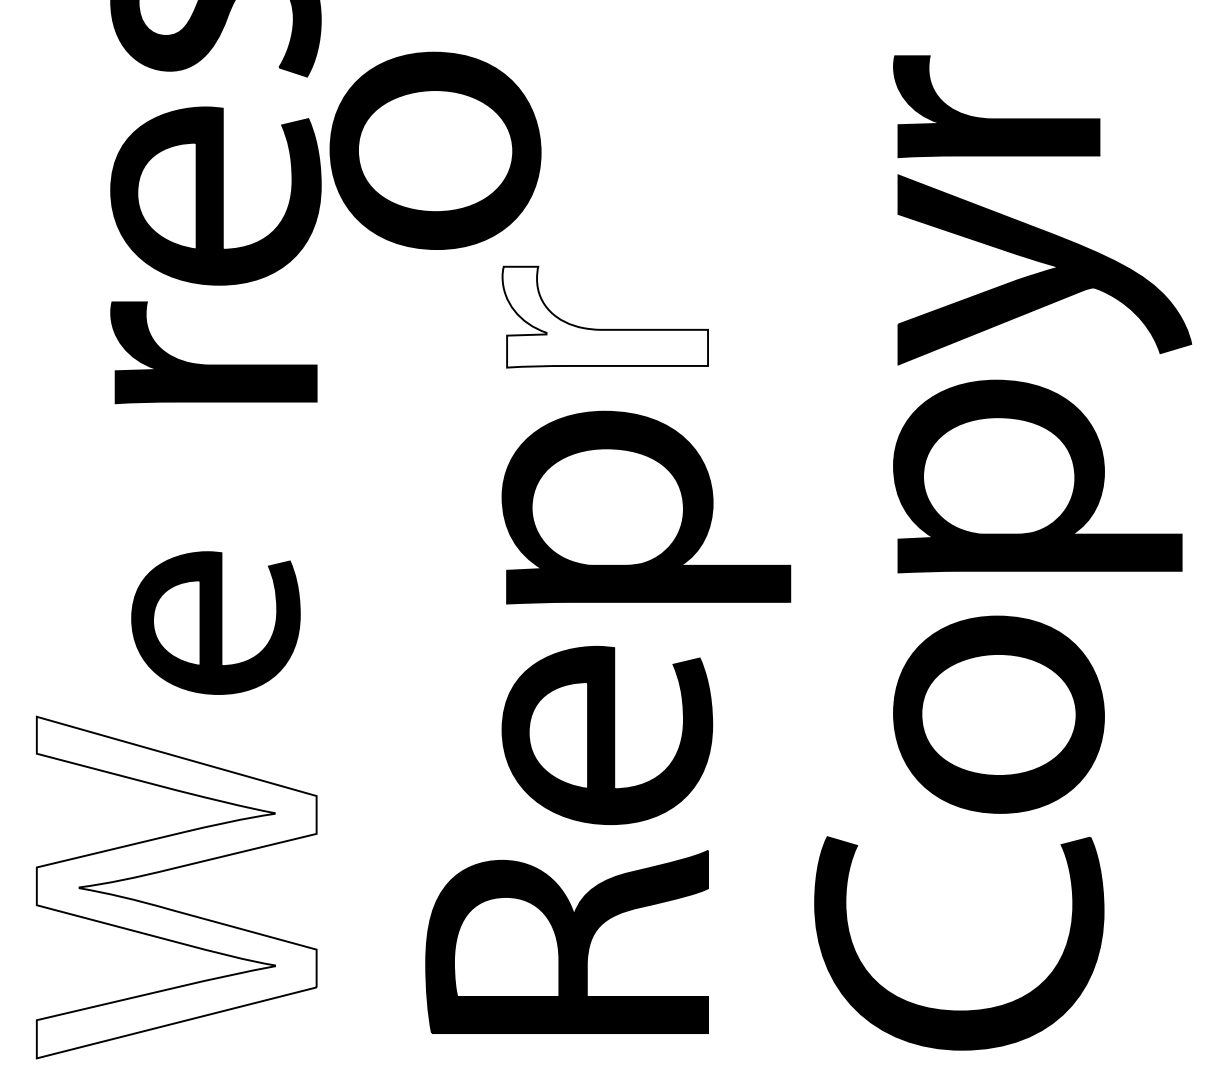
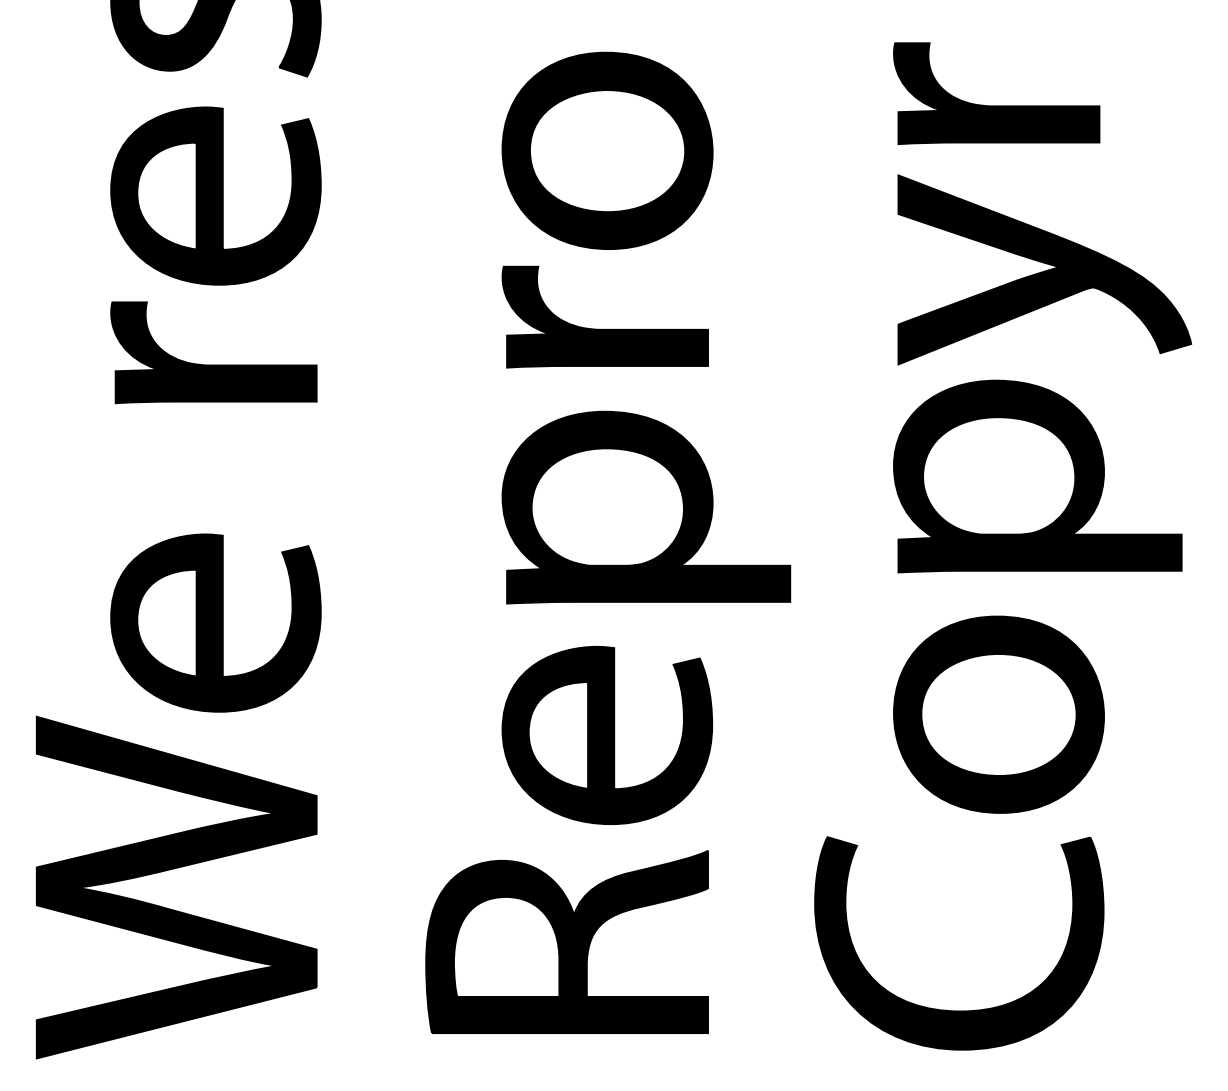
part at (996, 118) position: (996, 118) -> (996, 105)
part at (435, 150) position: (435, 150) -> (607, 150)
fill at (605, 316): none -> present
part at (215, 622) size: 170x144 px -> 212x180 px
fill at (176, 887): none -> present
